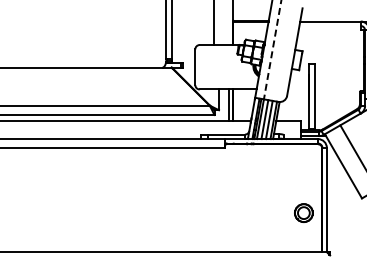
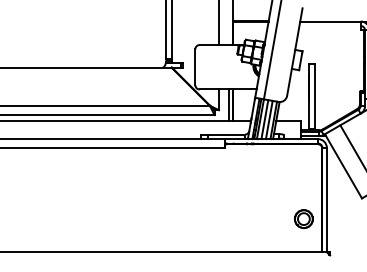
line at (214, 23) position: (214, 23) -> (219, 23)
line at (272, 50): dashed -> solid
part at (303, 212) position: (303, 212) -> (303, 218)
